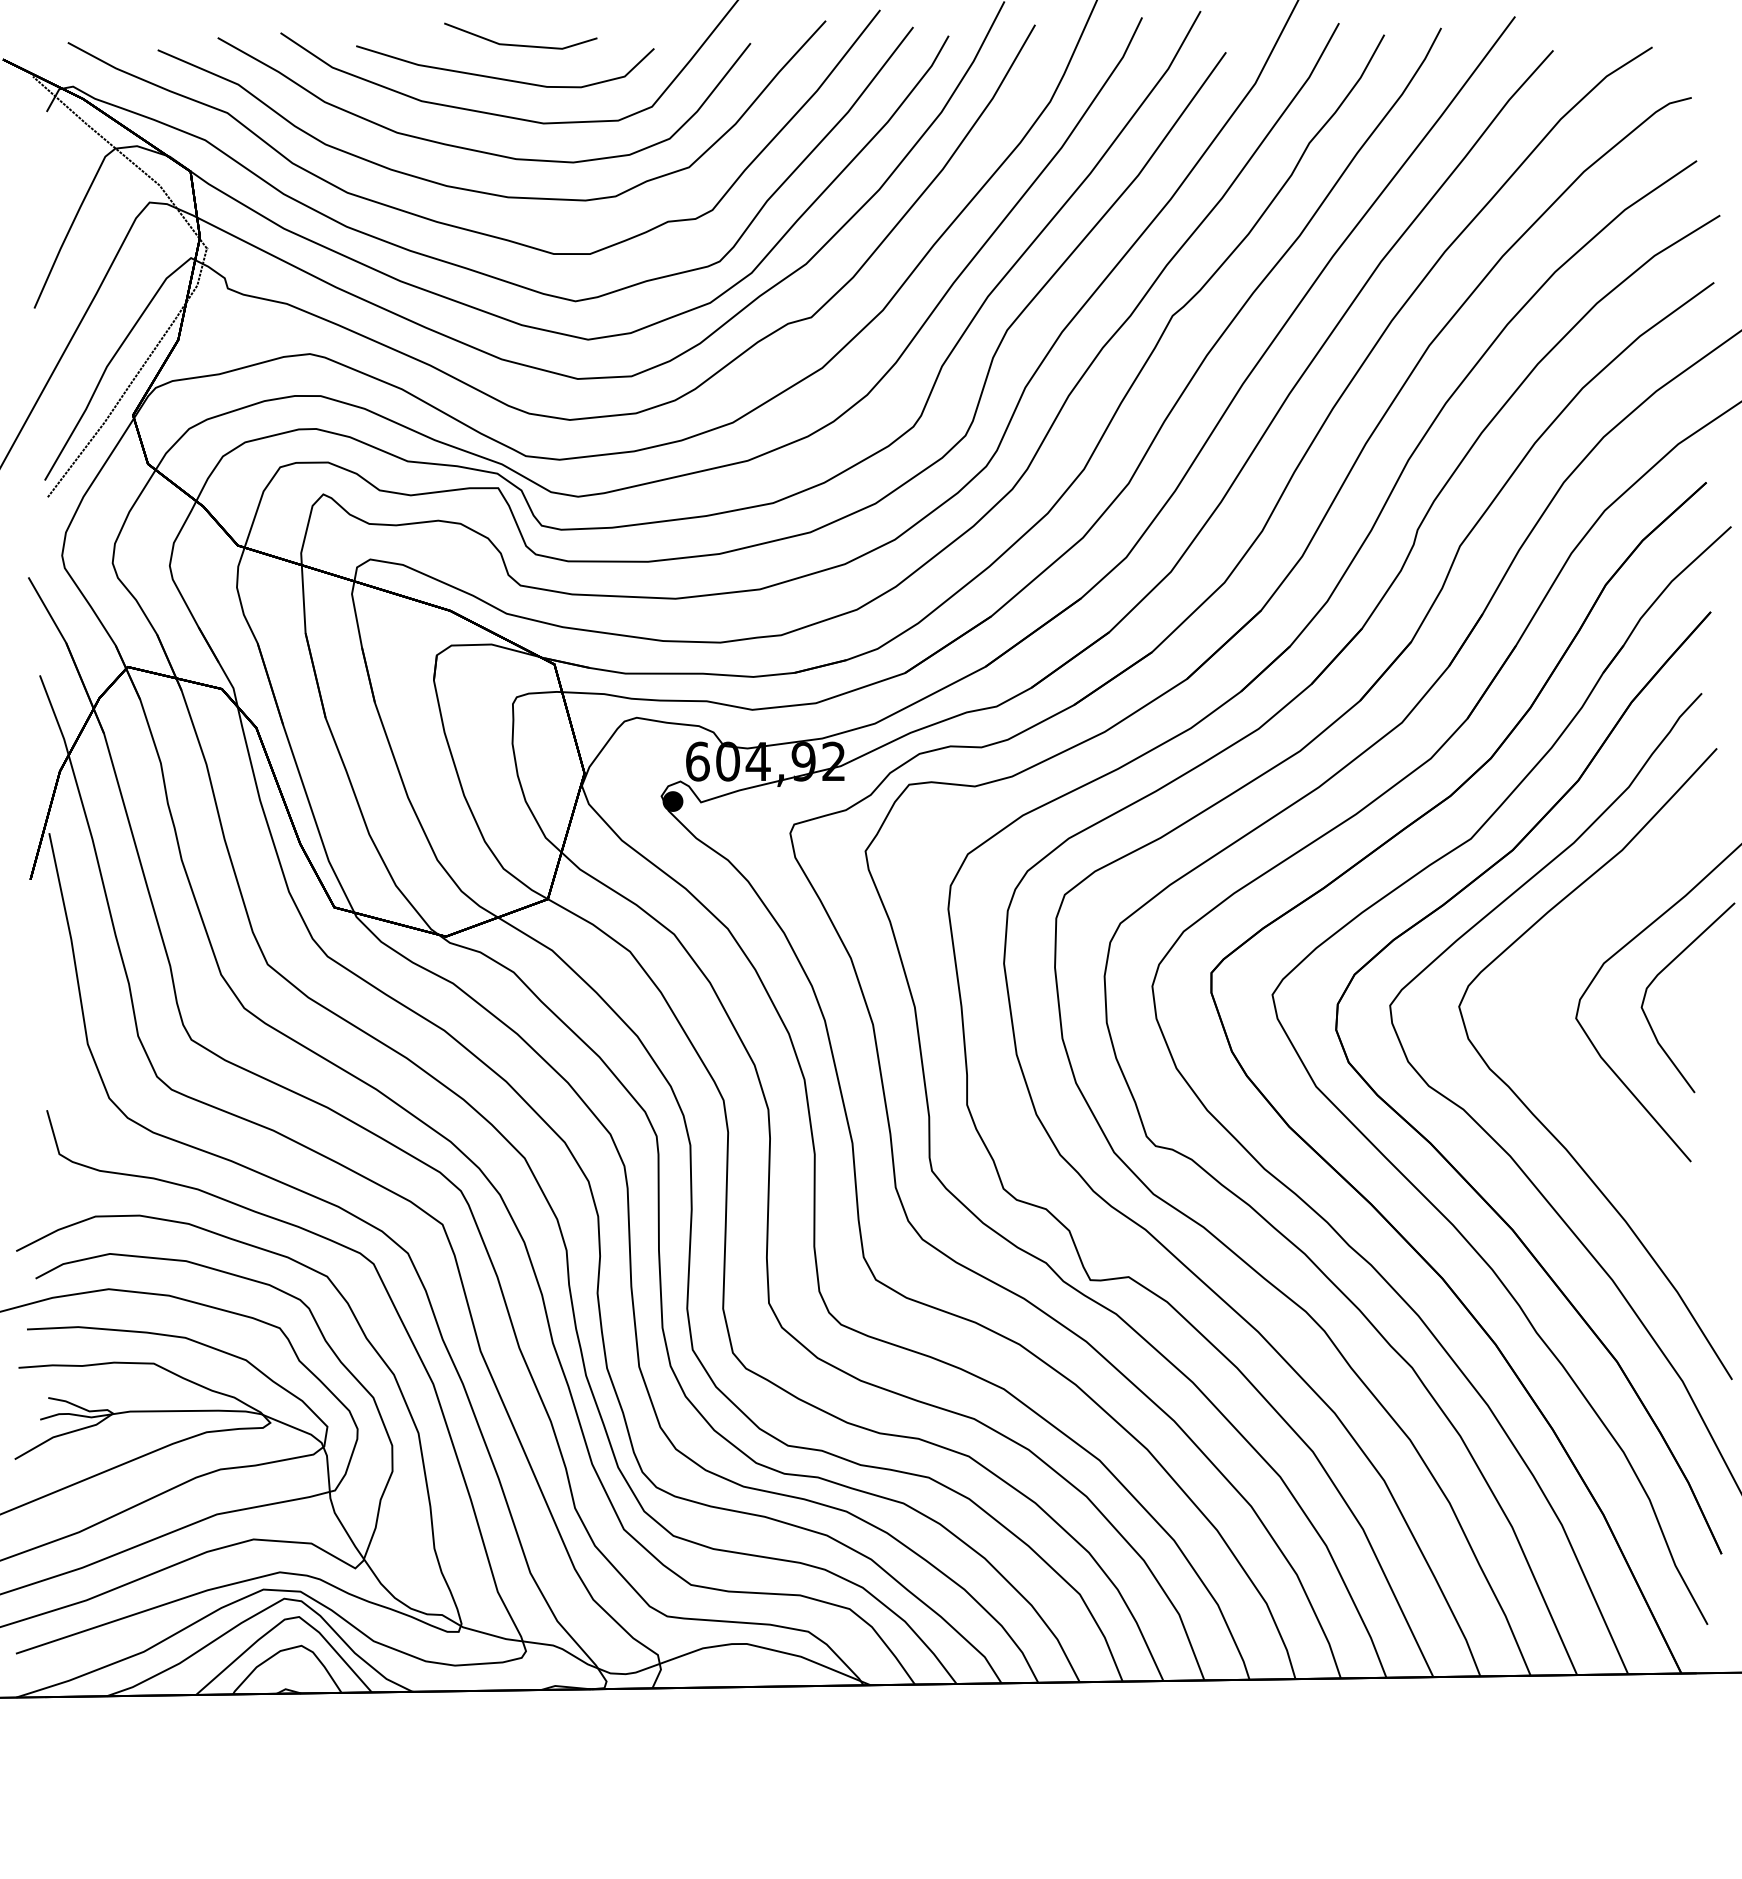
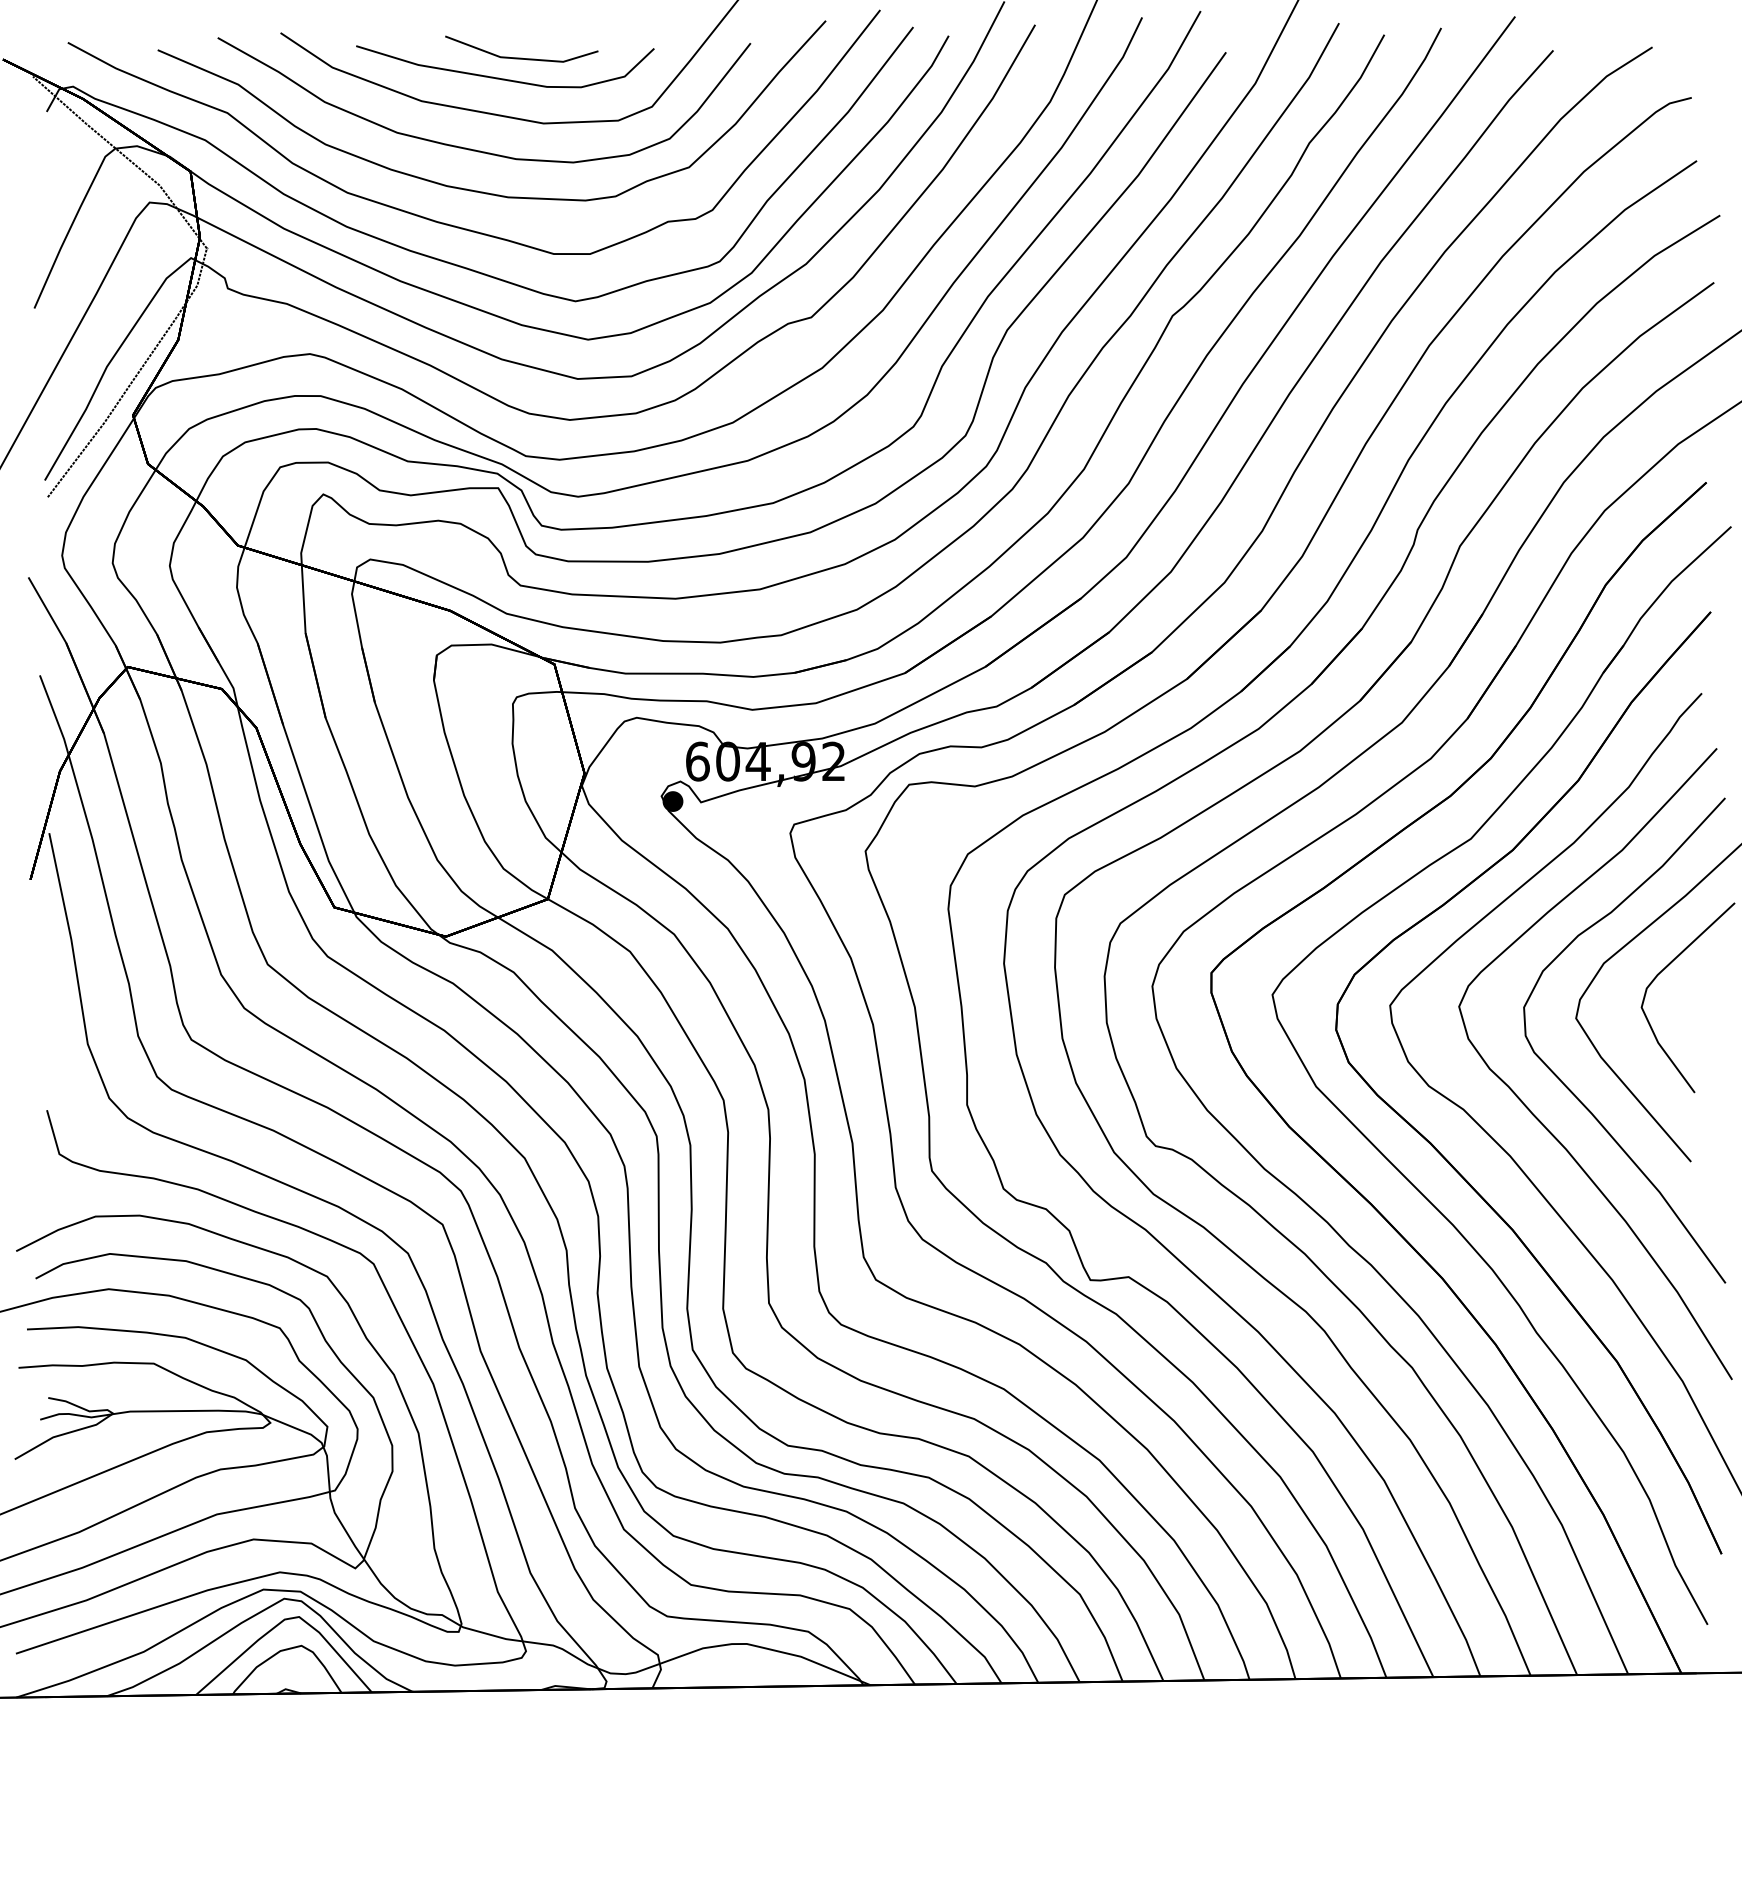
part at (520, 44) position: (520, 44) -> (521, 57)
part at (1572, 1091): none -> present
